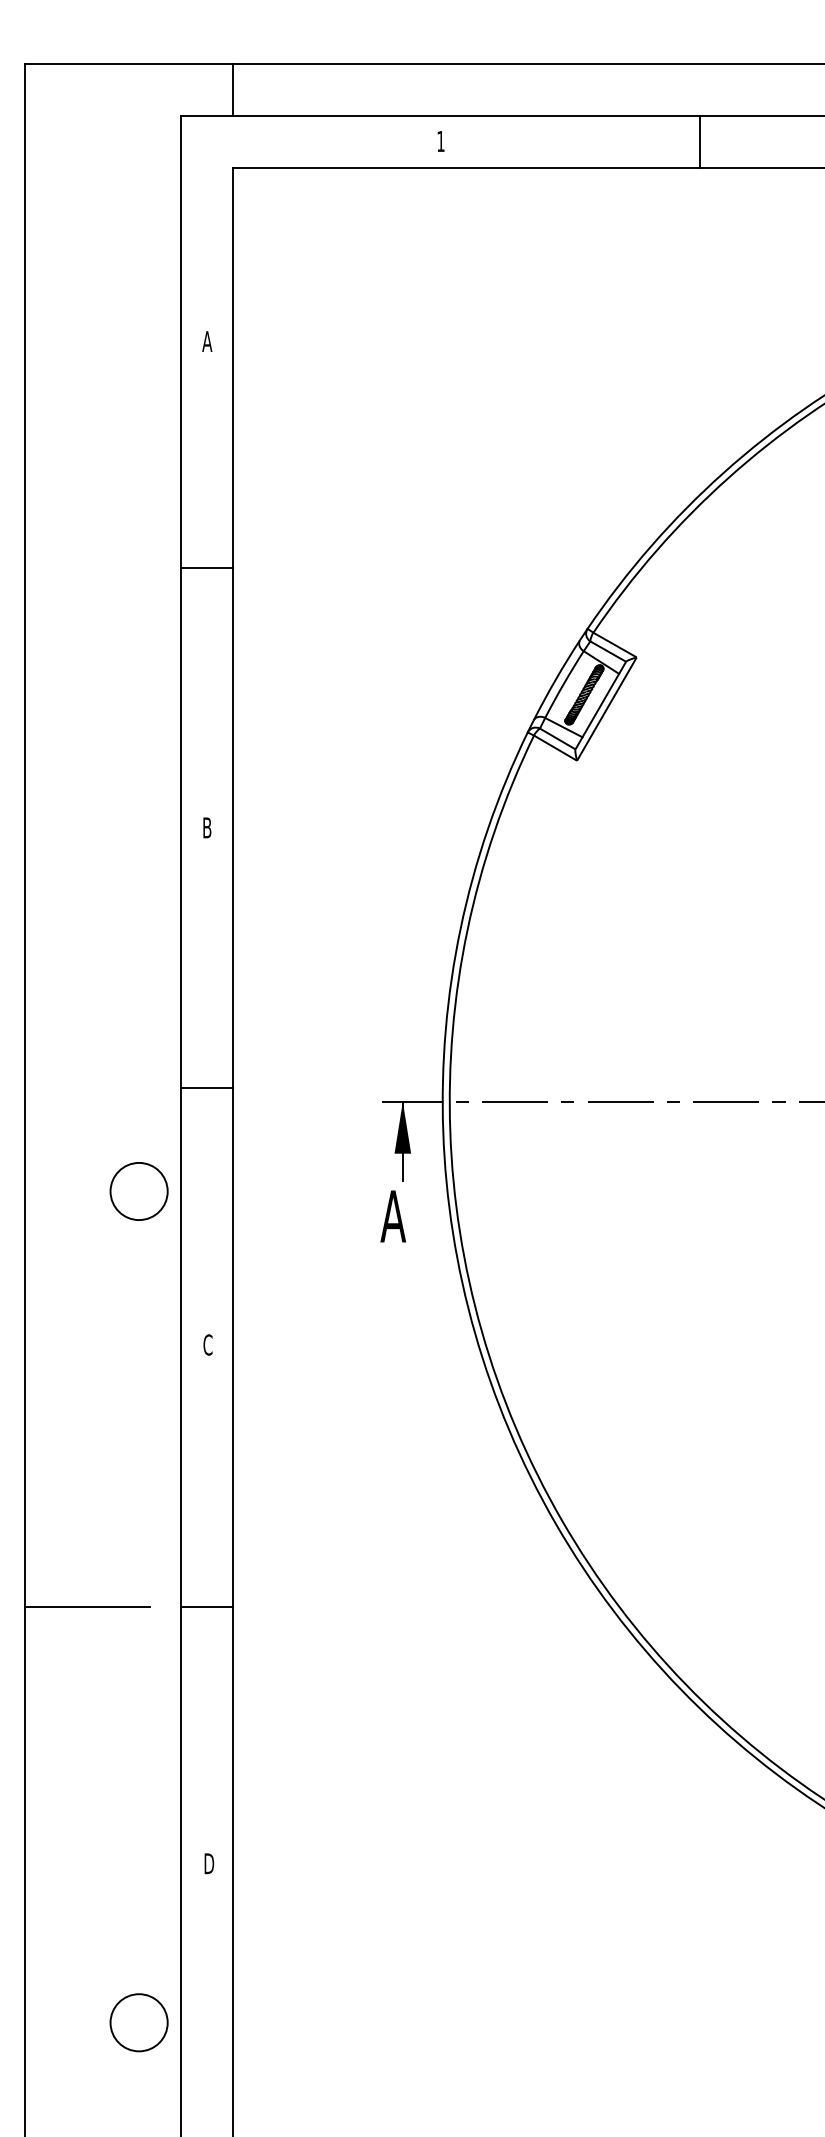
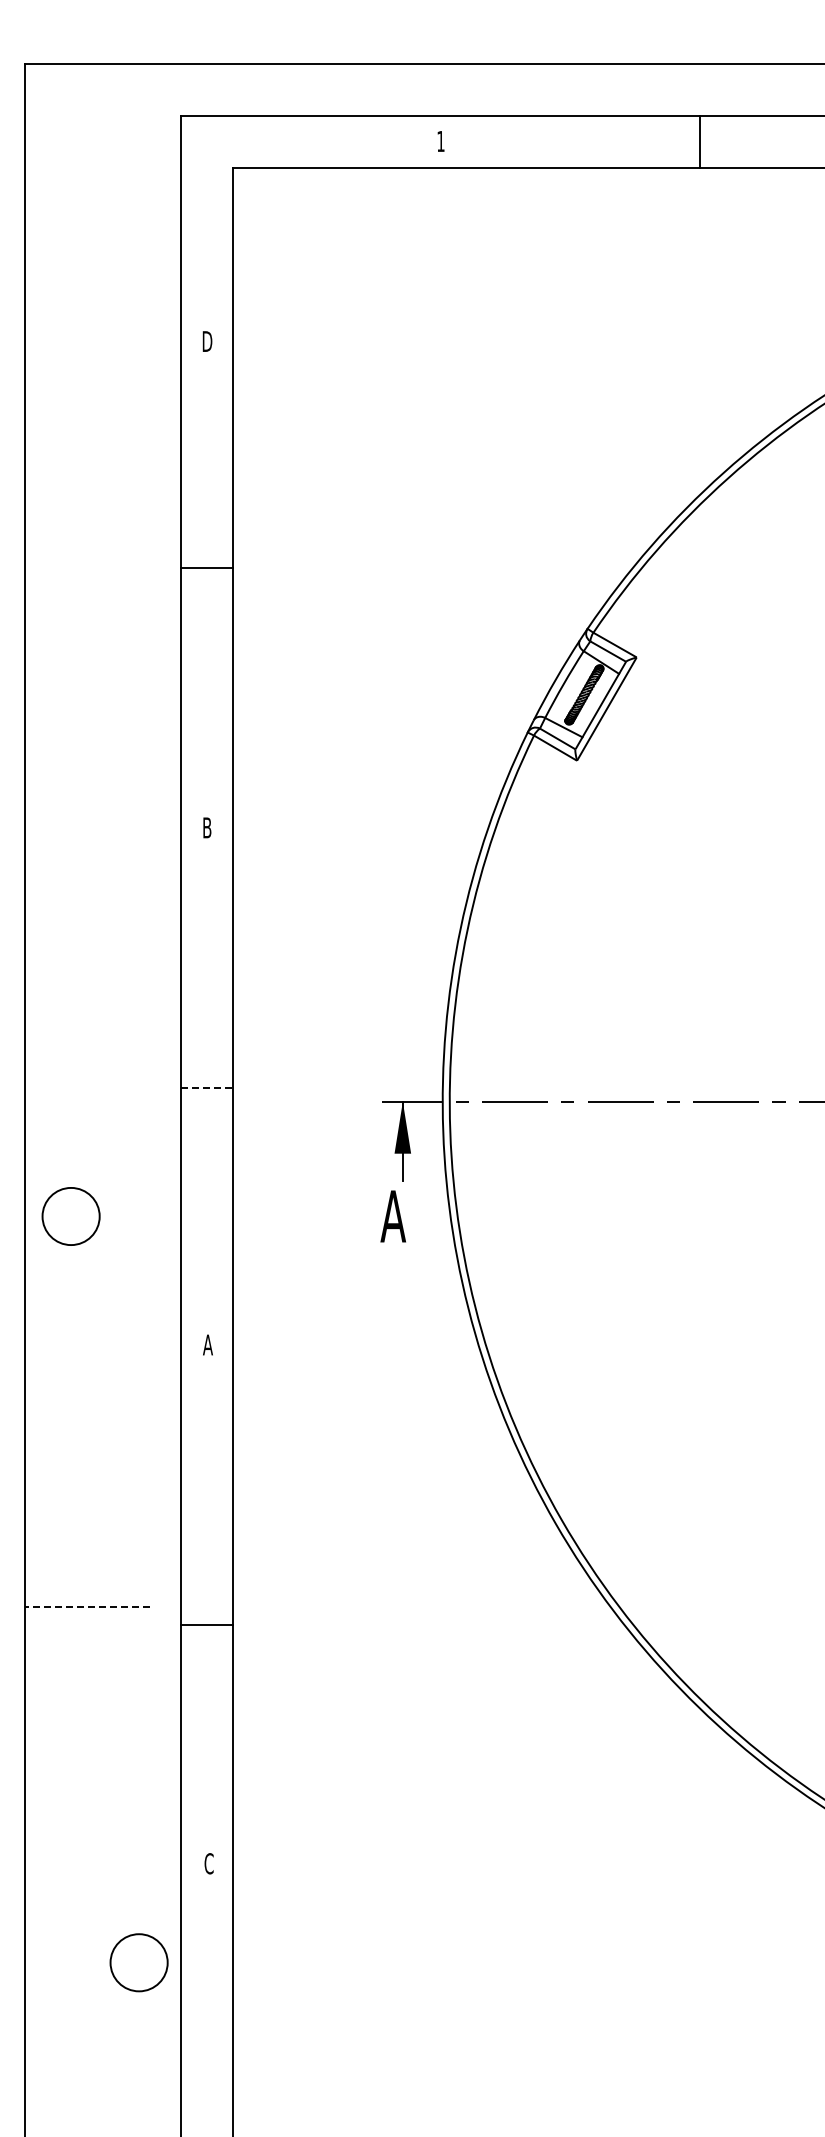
line at (232, 90): present -> none
text at (207, 341): A -> D
line at (206, 1087): solid -> dashed
circle at (138, 1191) position: (138, 1191) -> (70, 1216)
text at (207, 1344): C -> A
line at (86, 1607): solid -> dashed
line at (206, 1607) position: (206, 1607) -> (206, 1625)
text at (209, 1863): D -> C
circle at (138, 2022) position: (138, 2022) -> (138, 1962)
